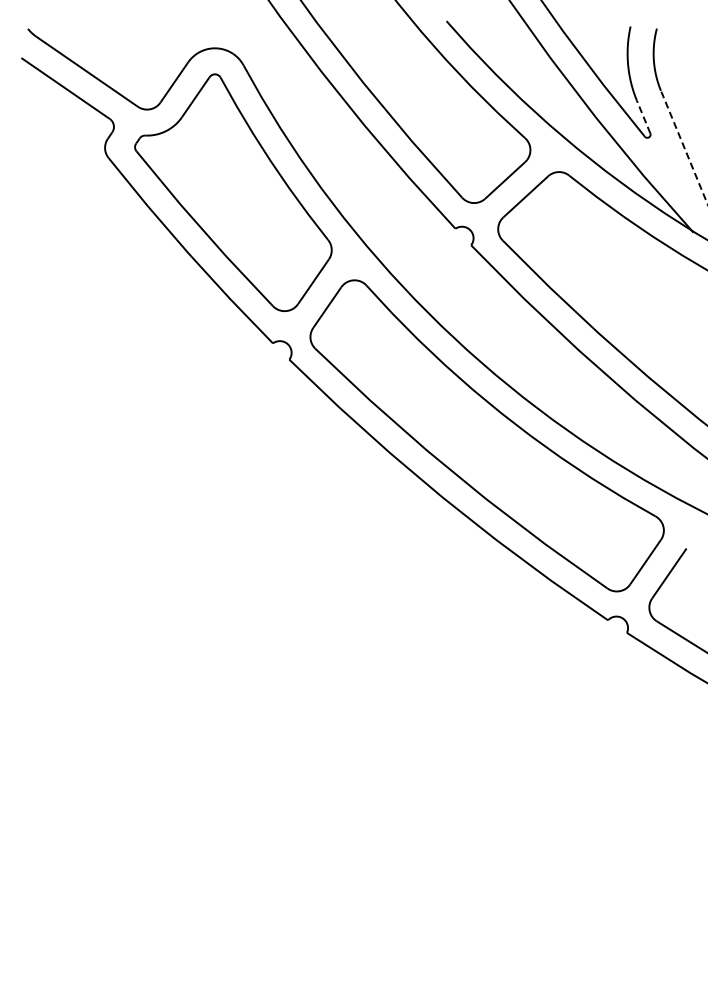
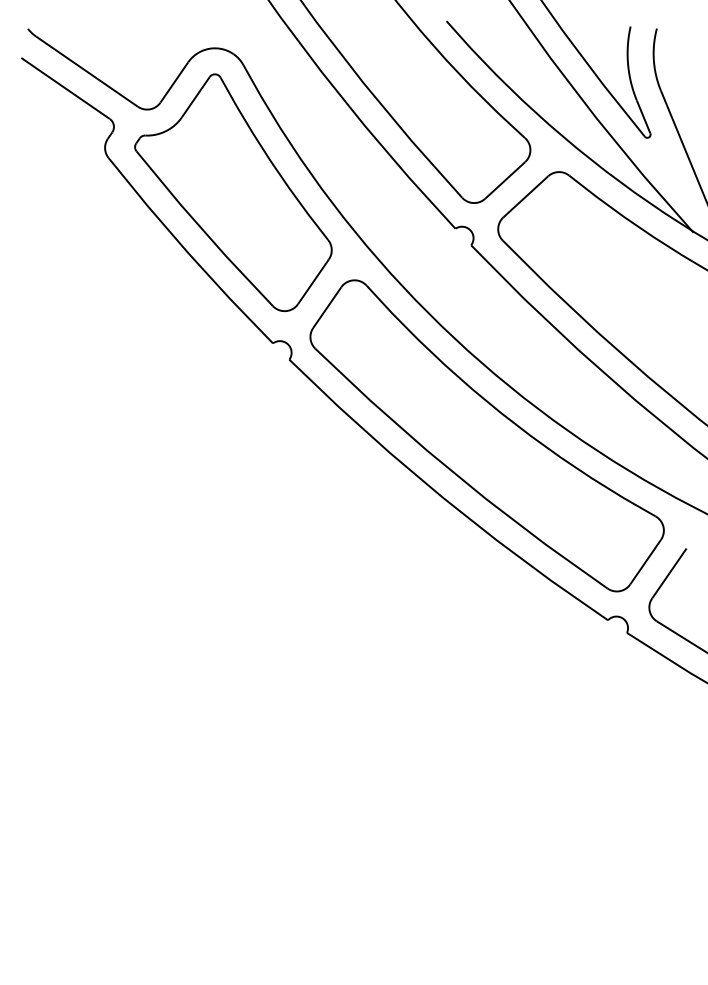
line at (643, 117): dashed -> solid
line at (684, 147): dashed -> solid
